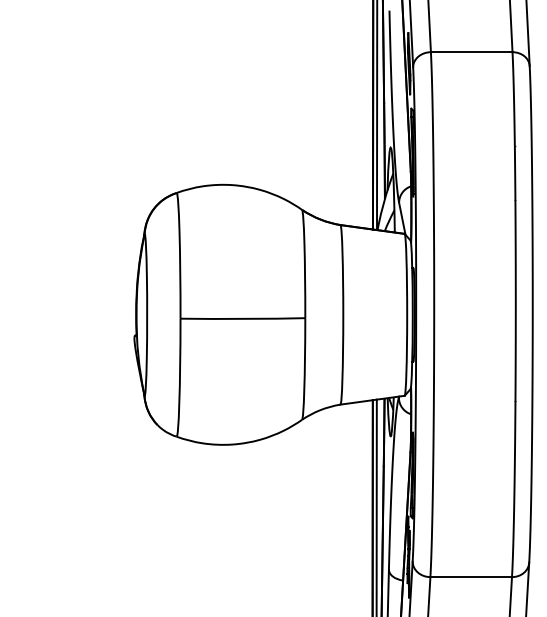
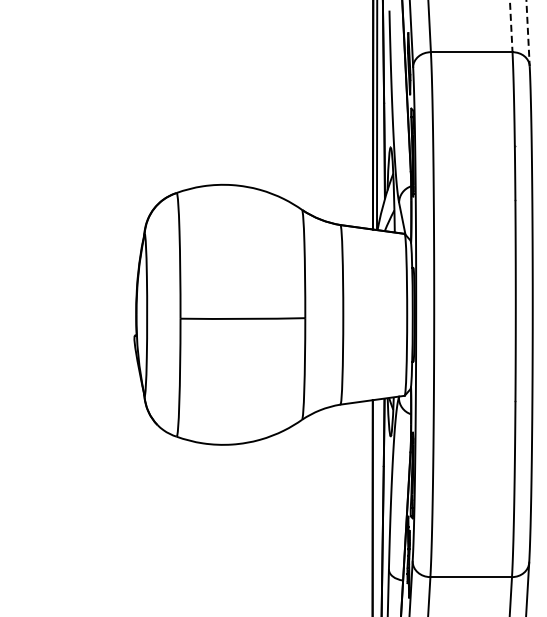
line at (511, 26): solid -> dashed
line at (528, 33): solid -> dashed
line at (376, 506): present -> none
